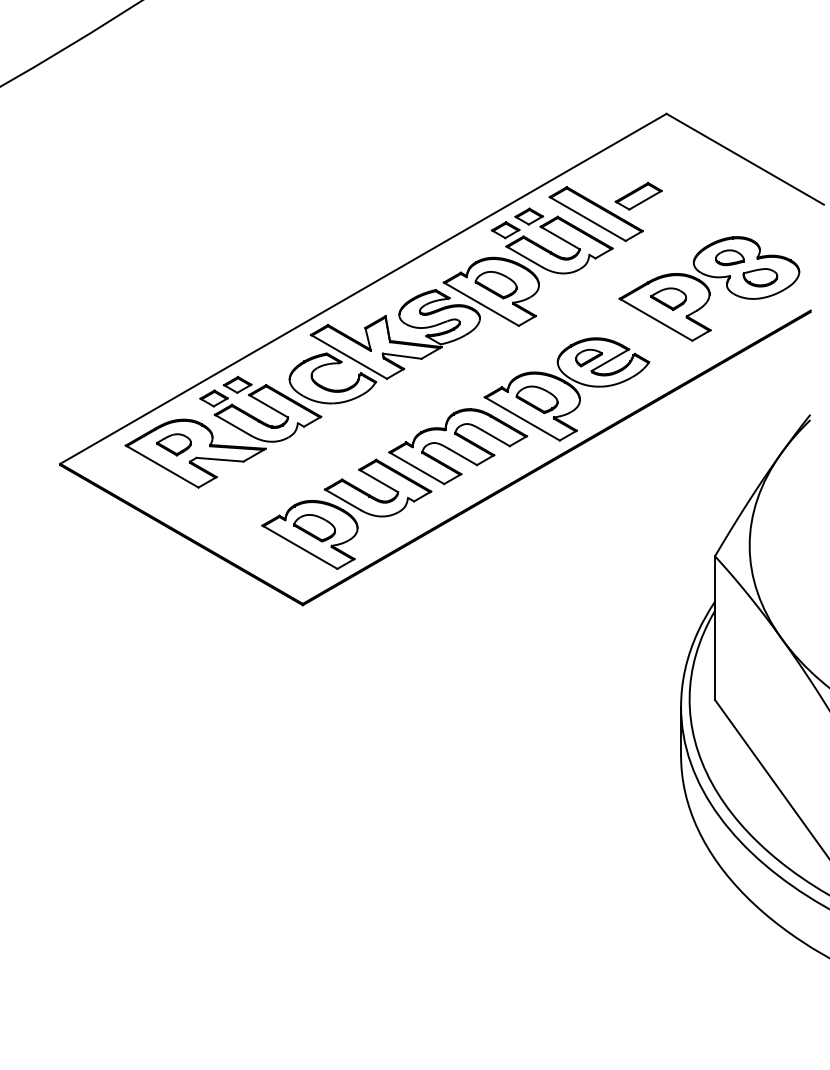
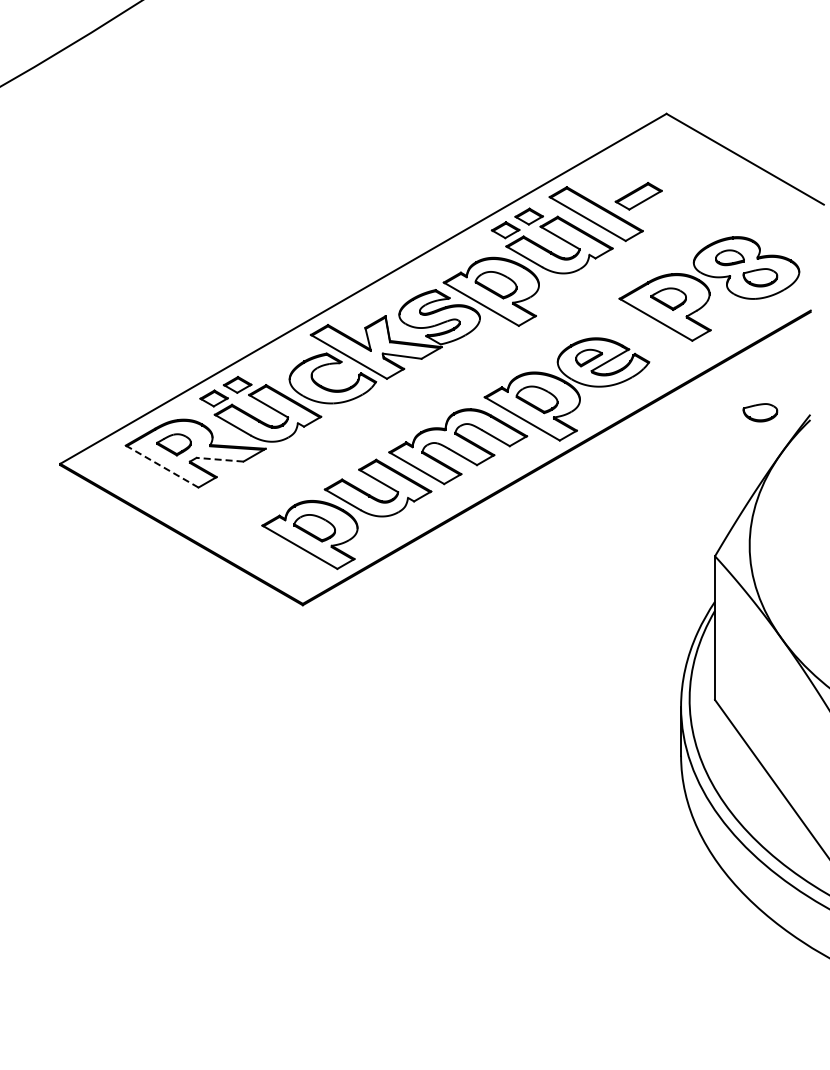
part at (760, 412): none -> present
line at (220, 459): solid -> dashed
line at (161, 466): solid -> dashed
